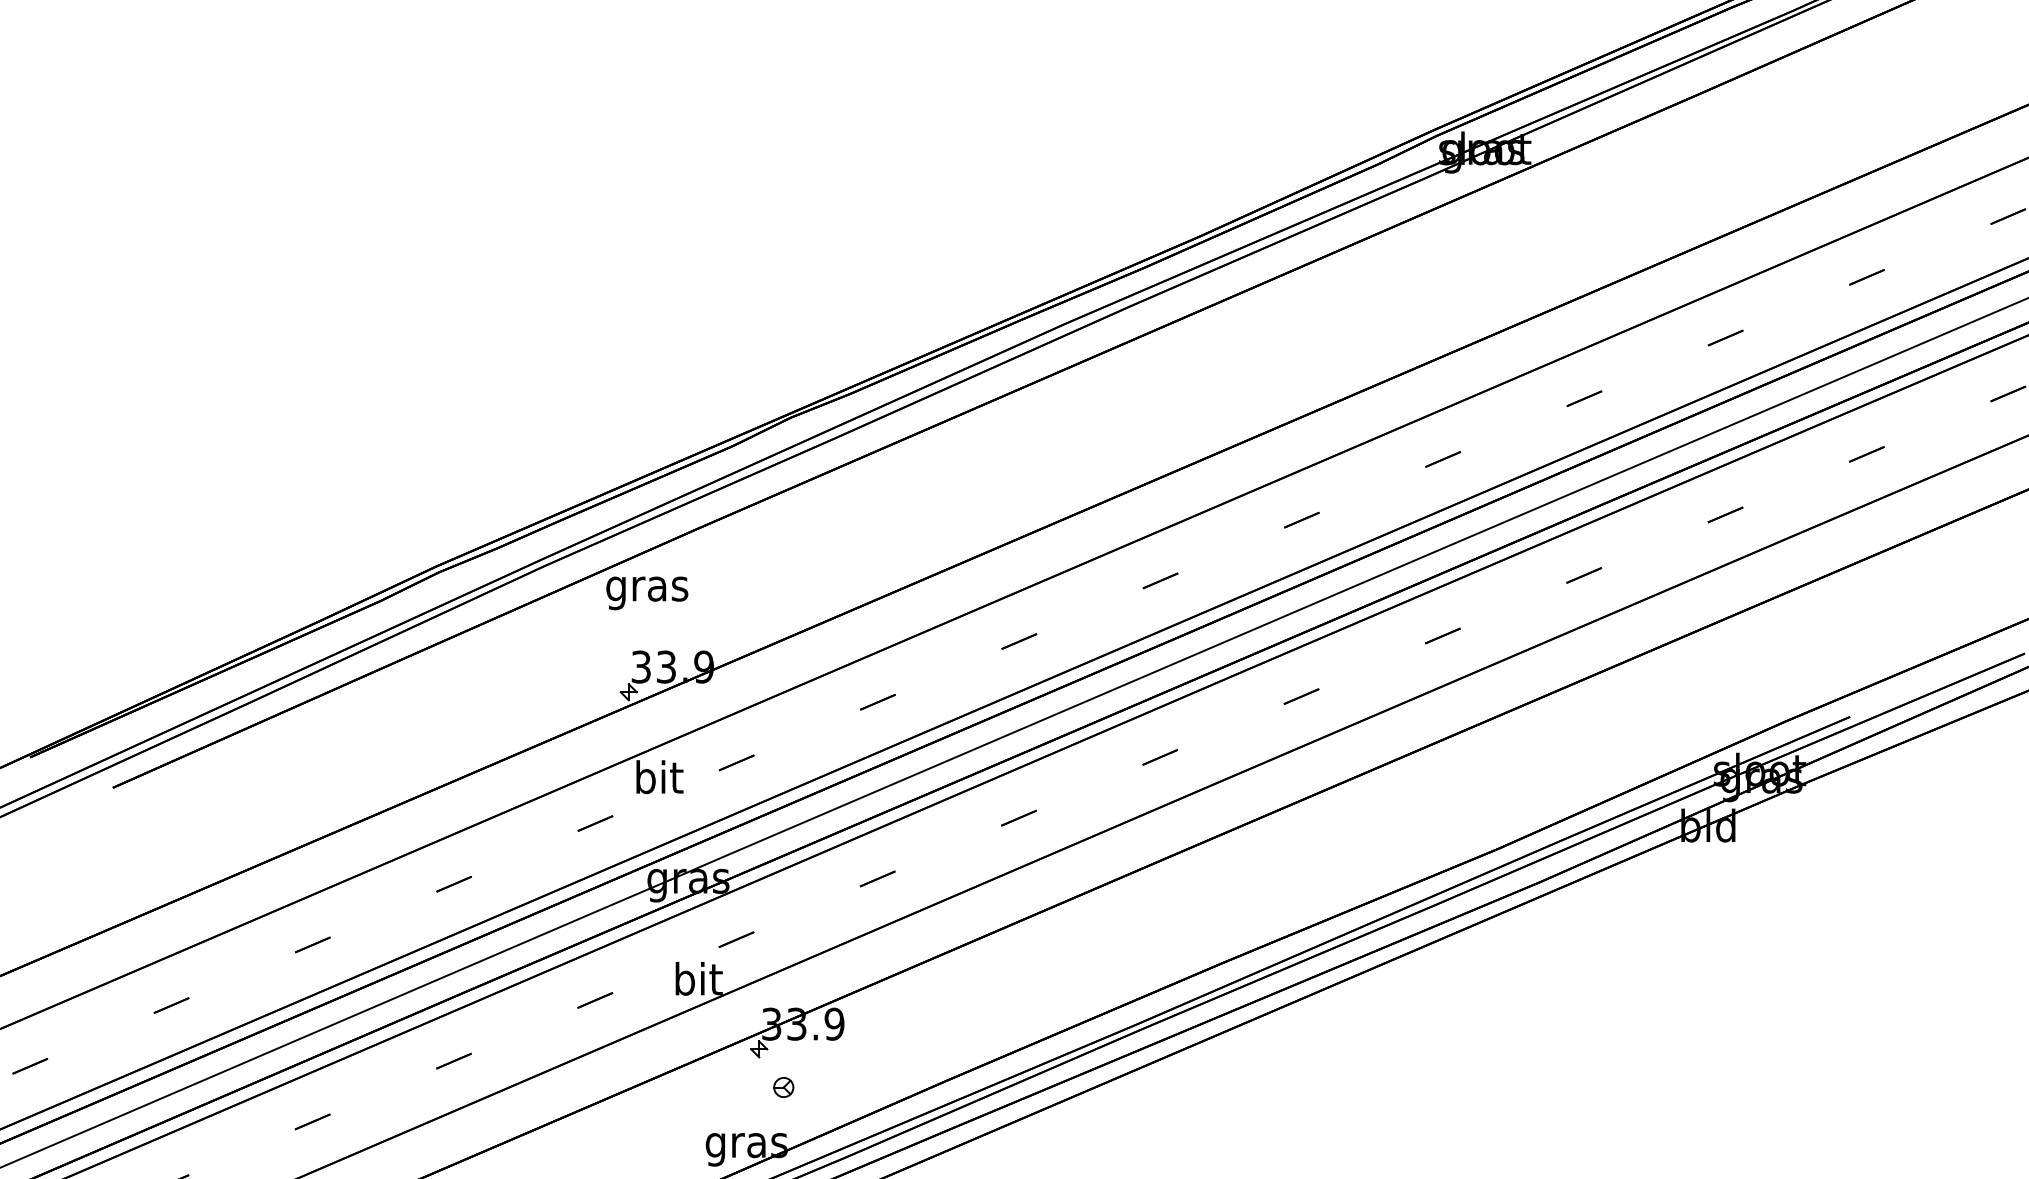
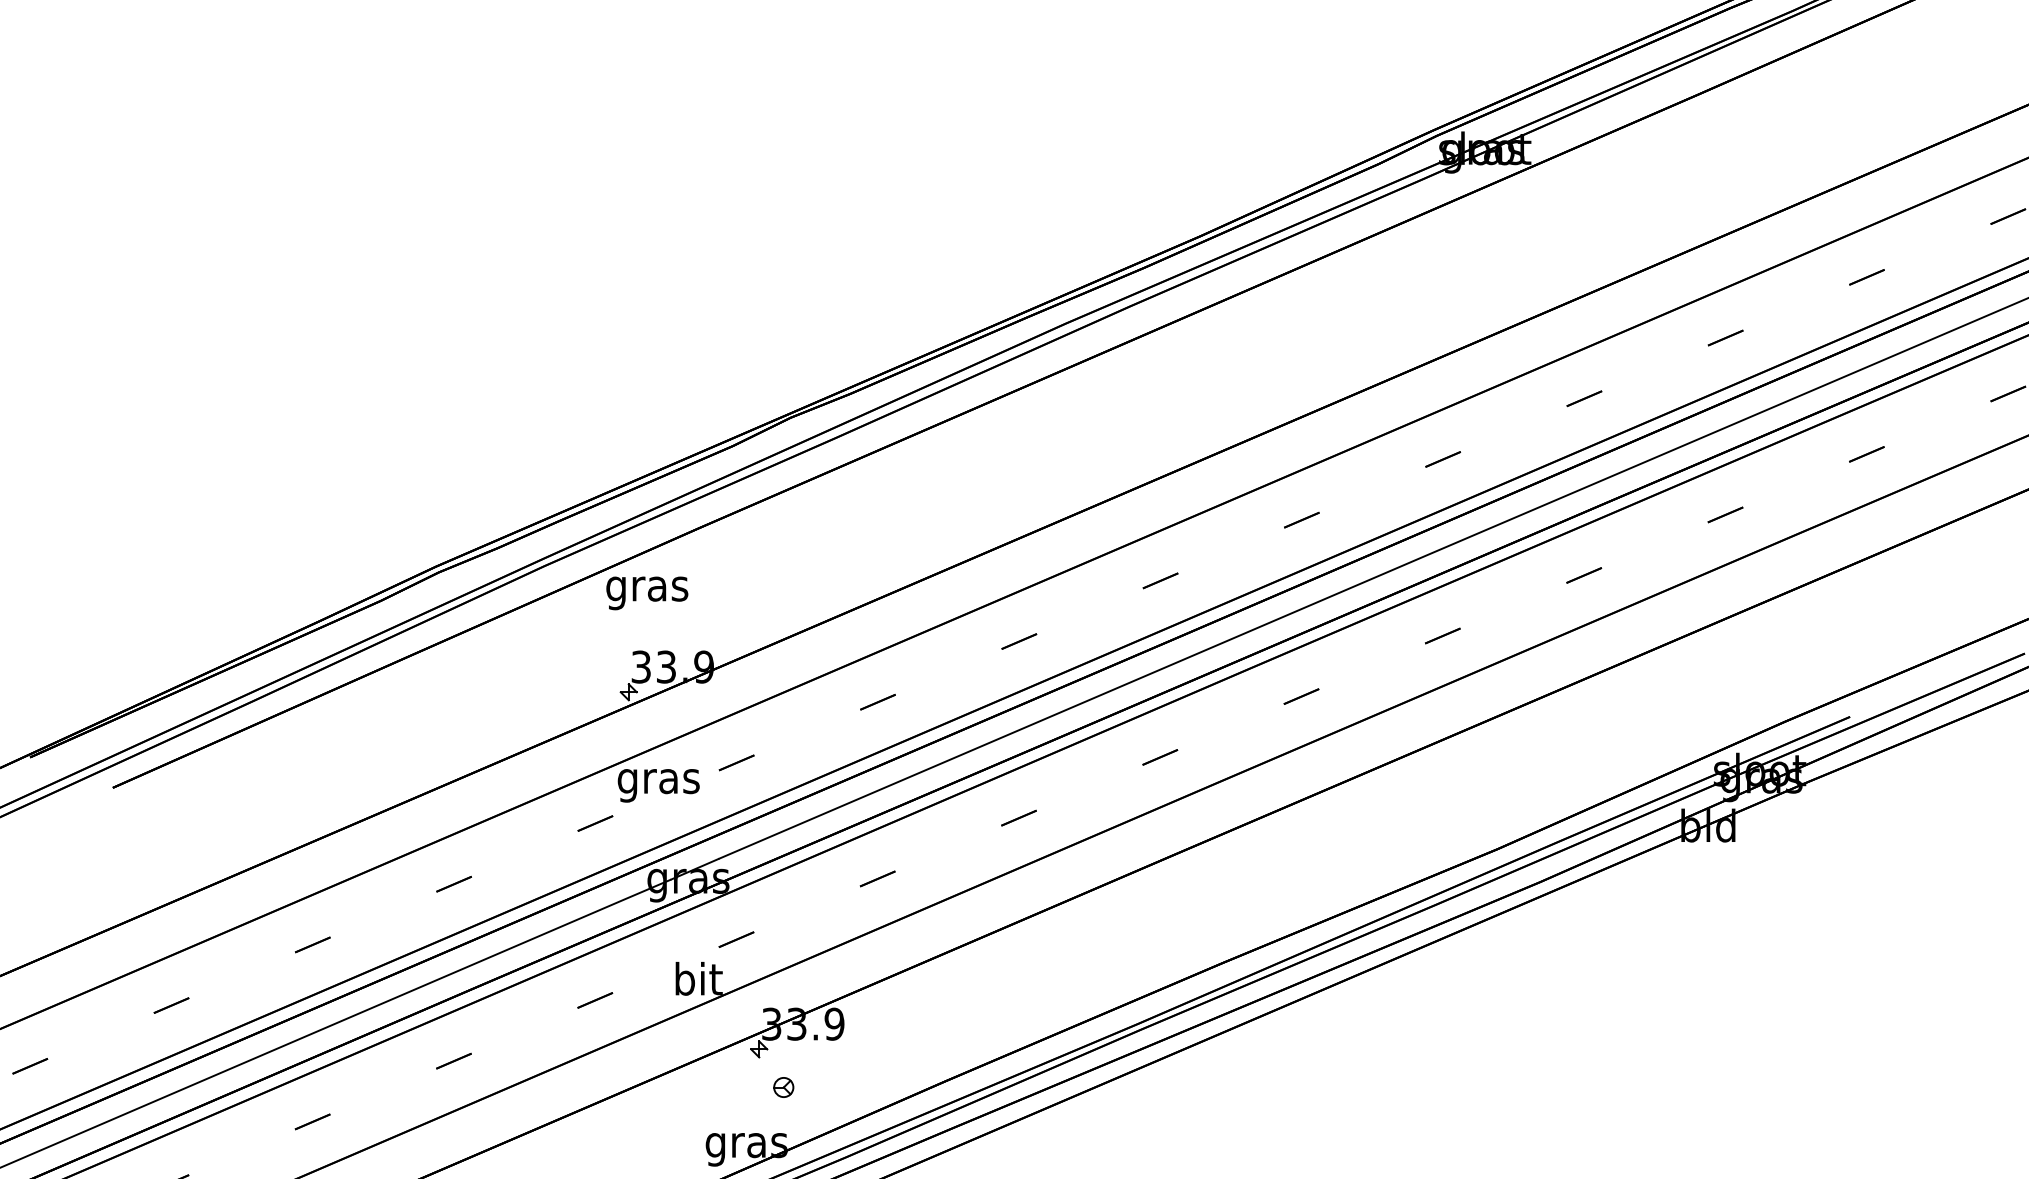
text at (658, 781): bit -> gras
